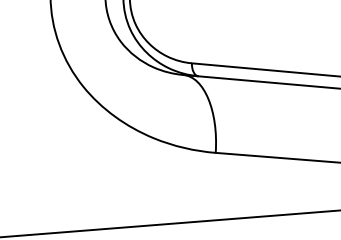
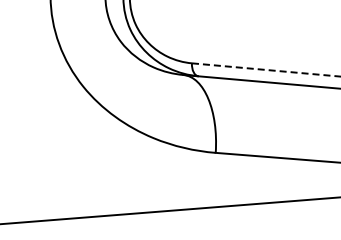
line at (266, 69): solid -> dashed
line at (170, 223) position: (170, 223) -> (169, 210)
